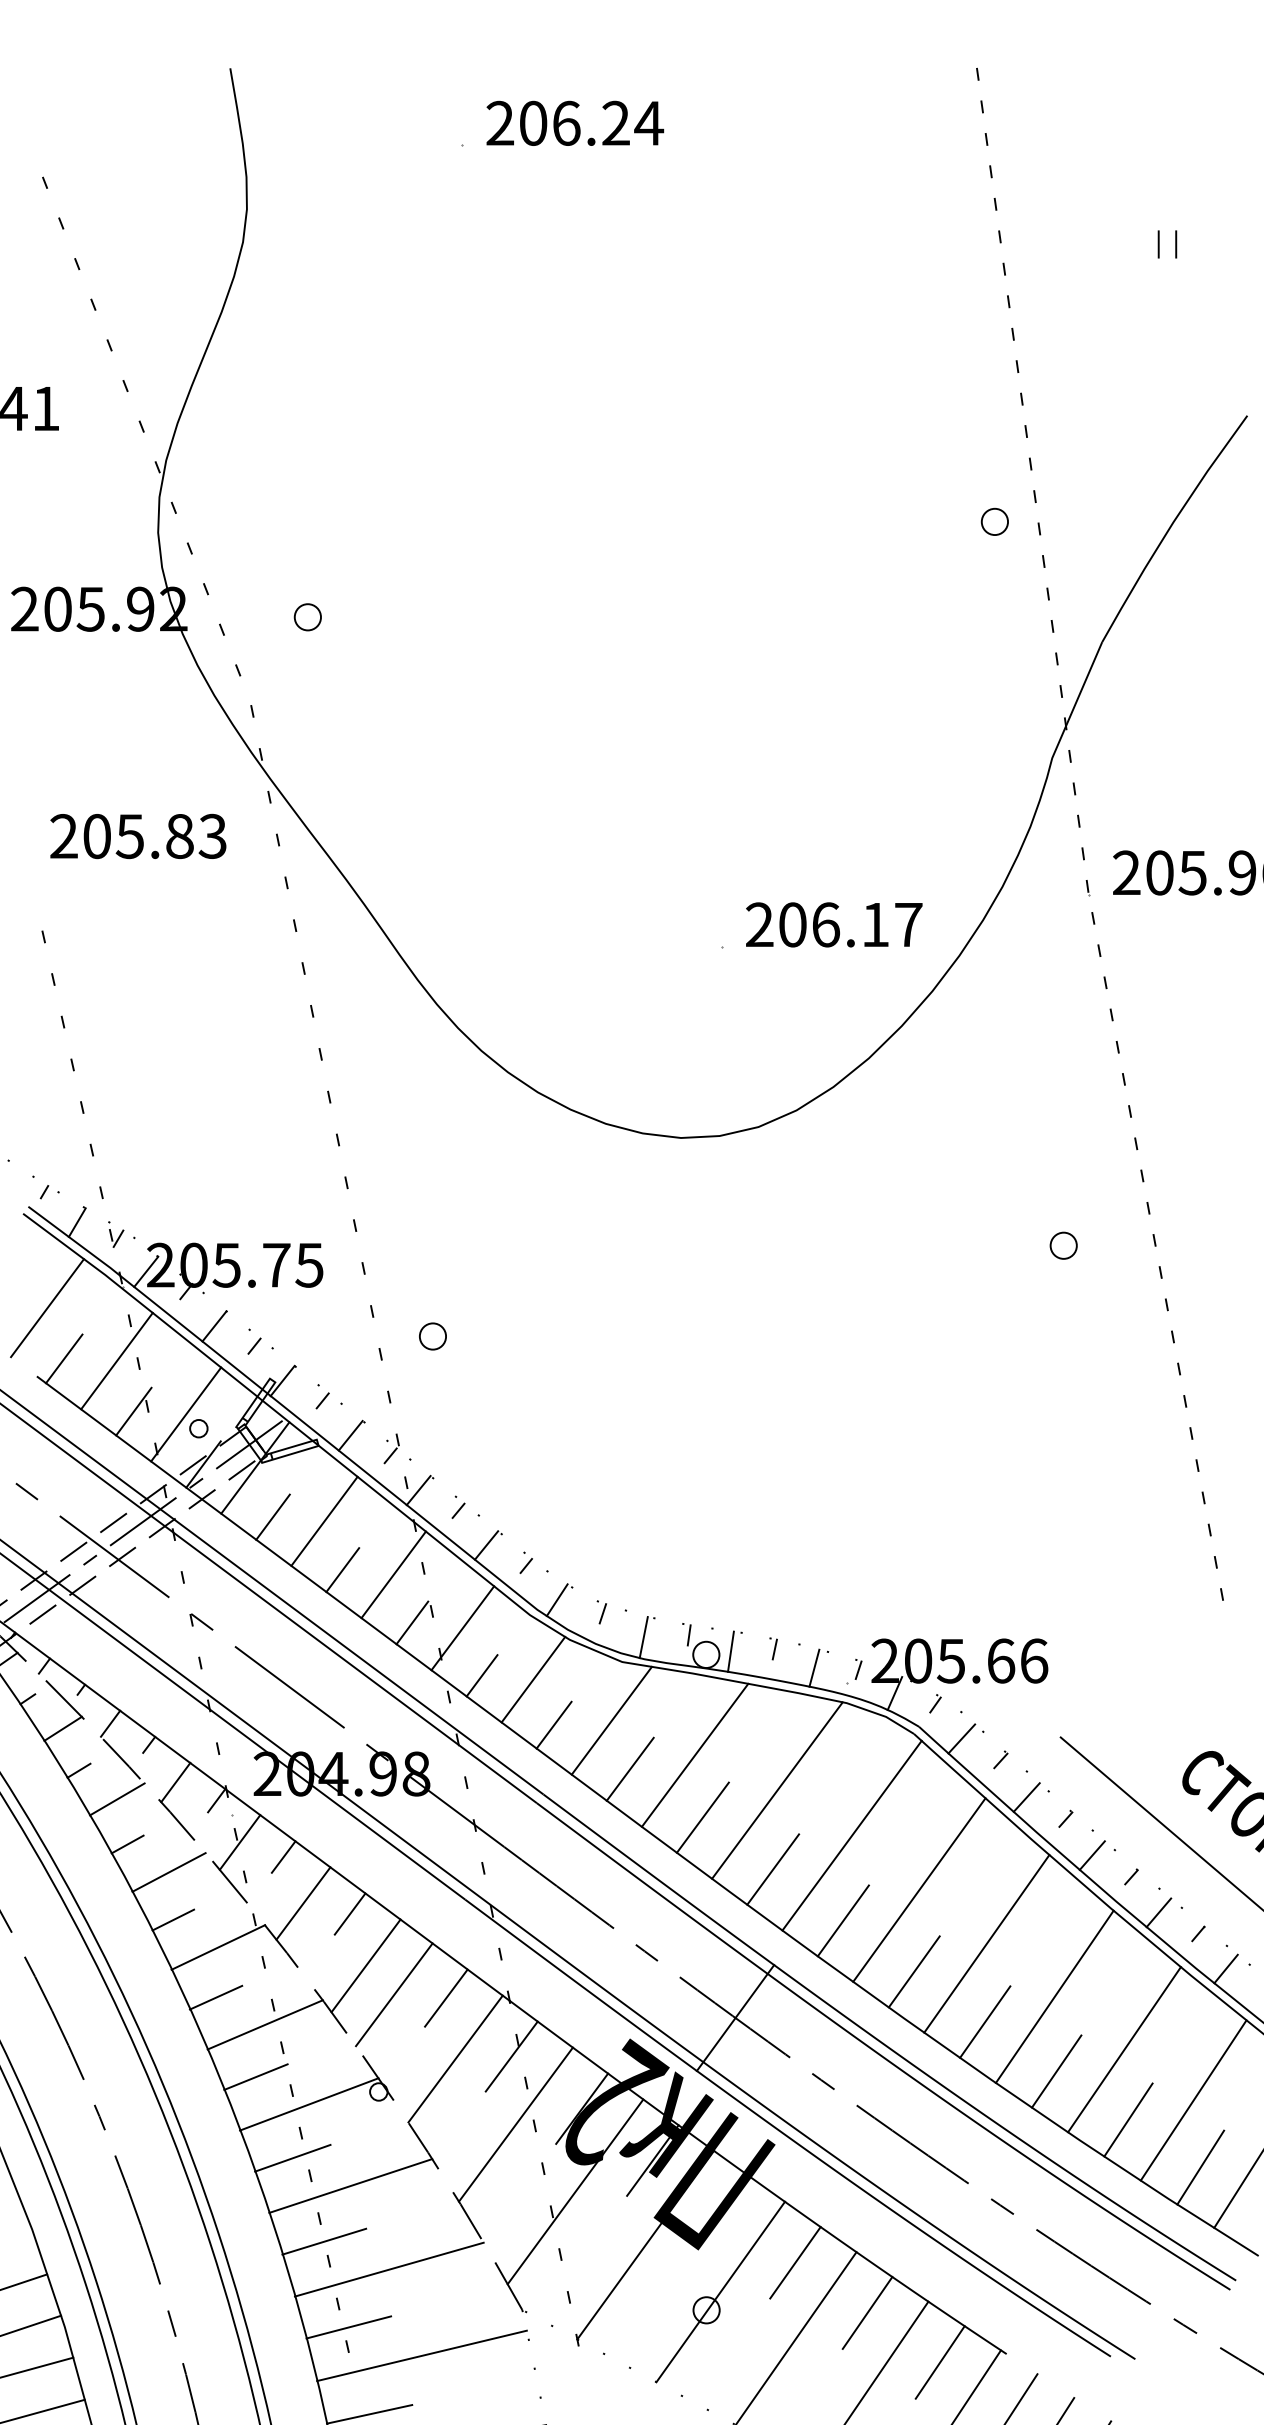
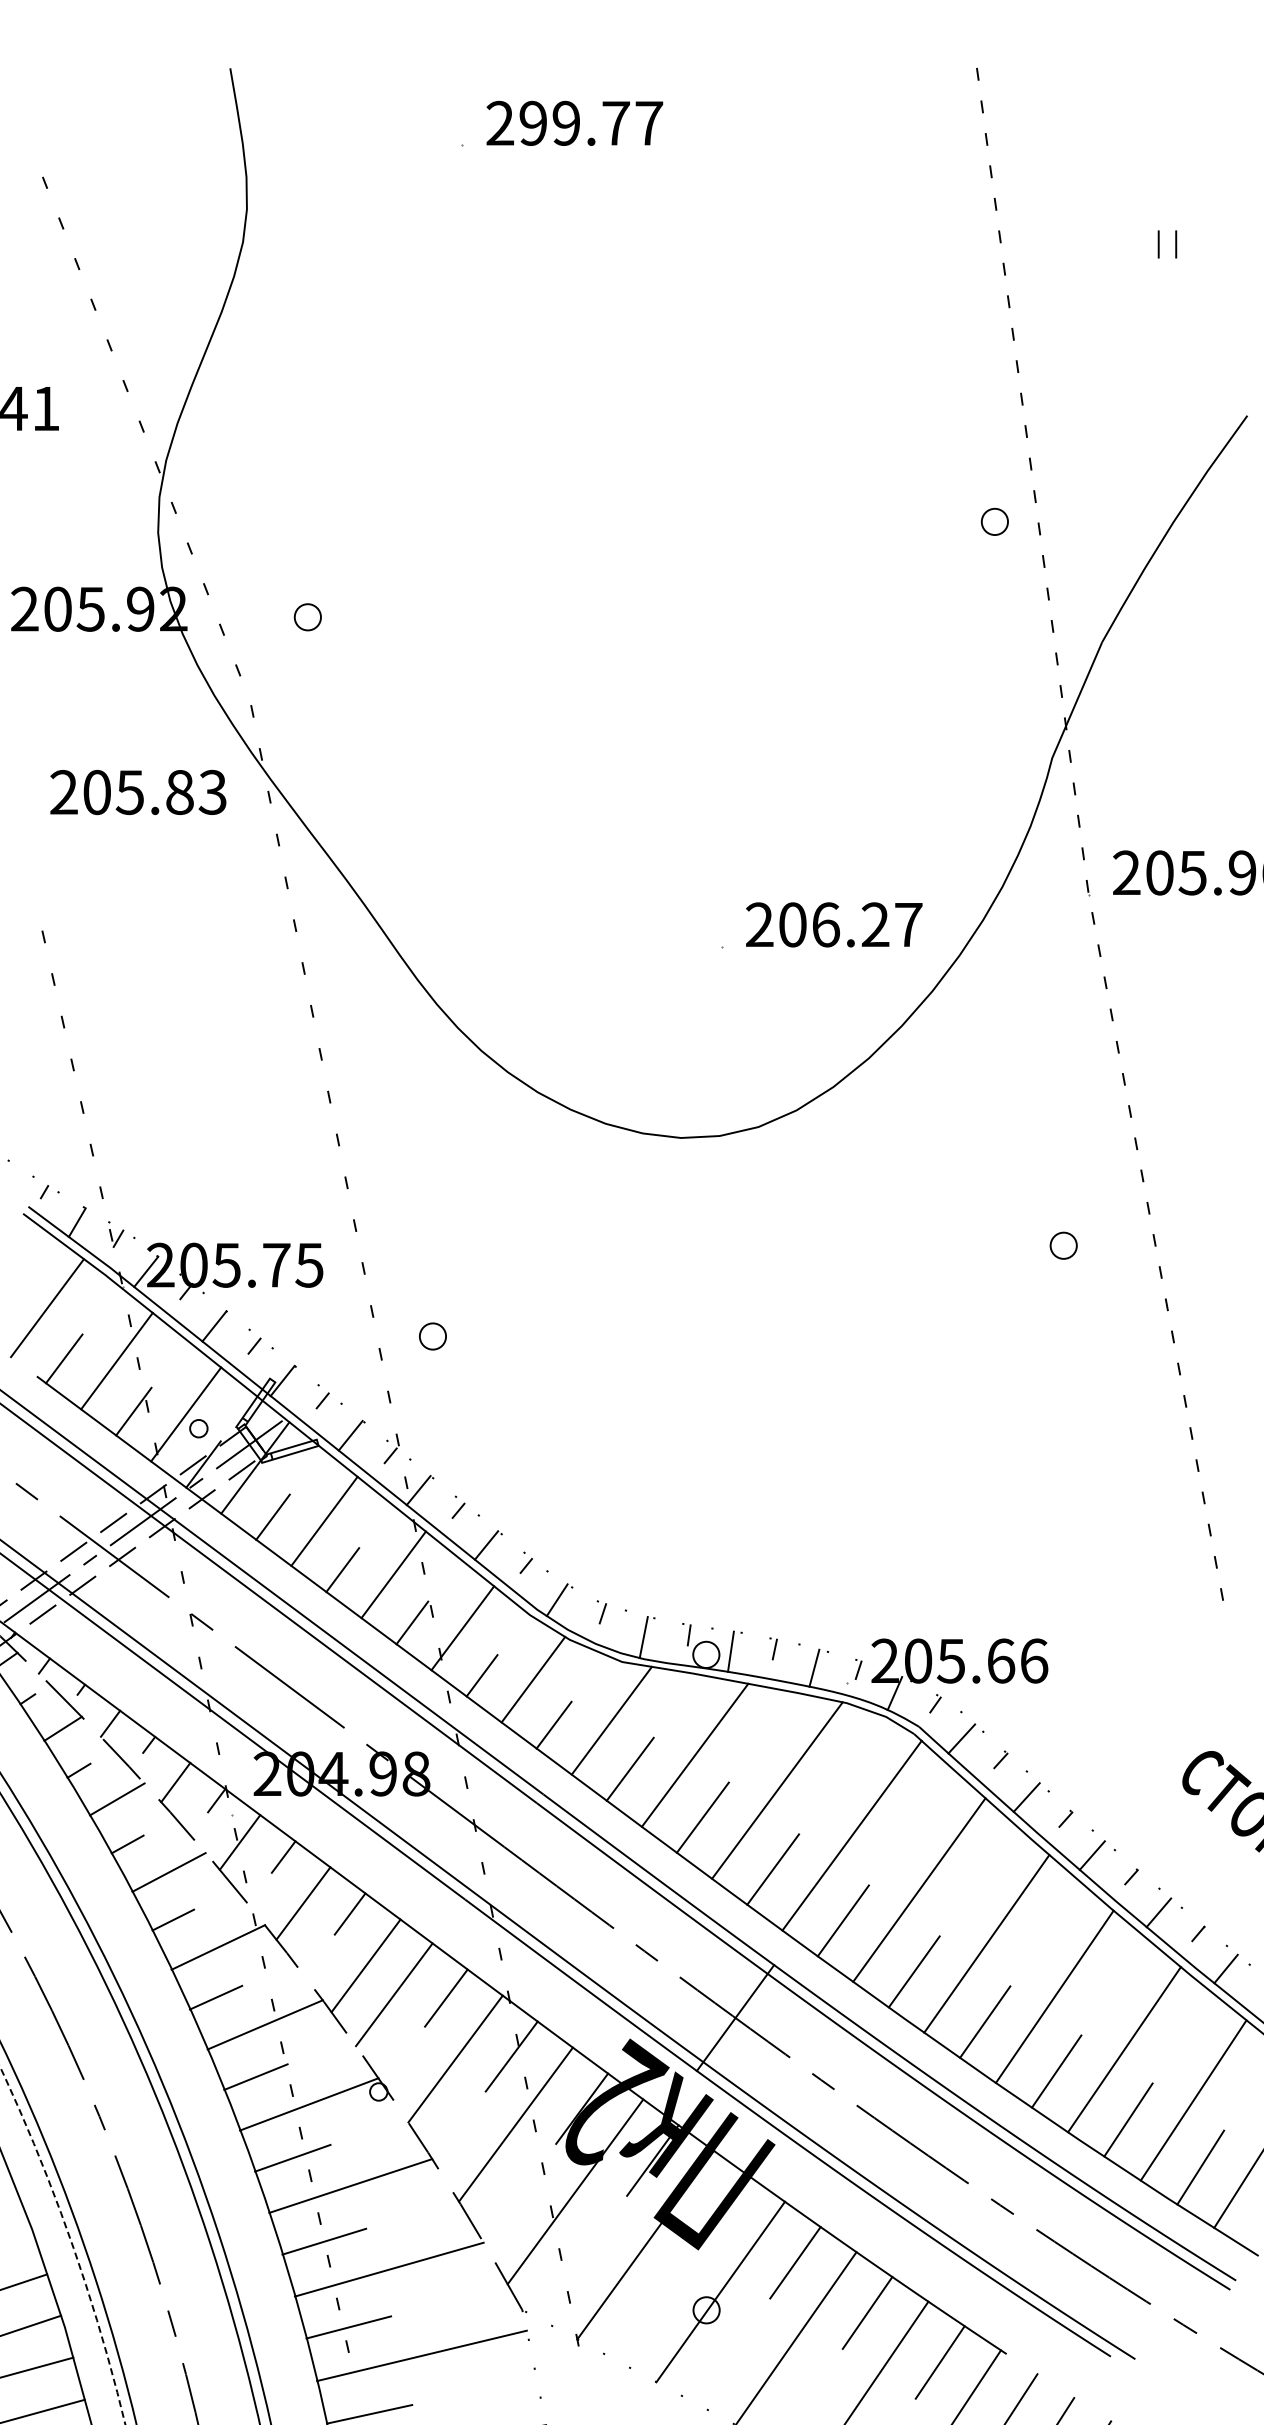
text at (591, 122): 206.24 -> 299.77
text at (138, 836) position: (138, 836) -> (138, 792)
text at (875, 924): 206.17 -> 206.27
line at (1160, 1822): present -> none
arc at (71, 2242): solid -> dashed
